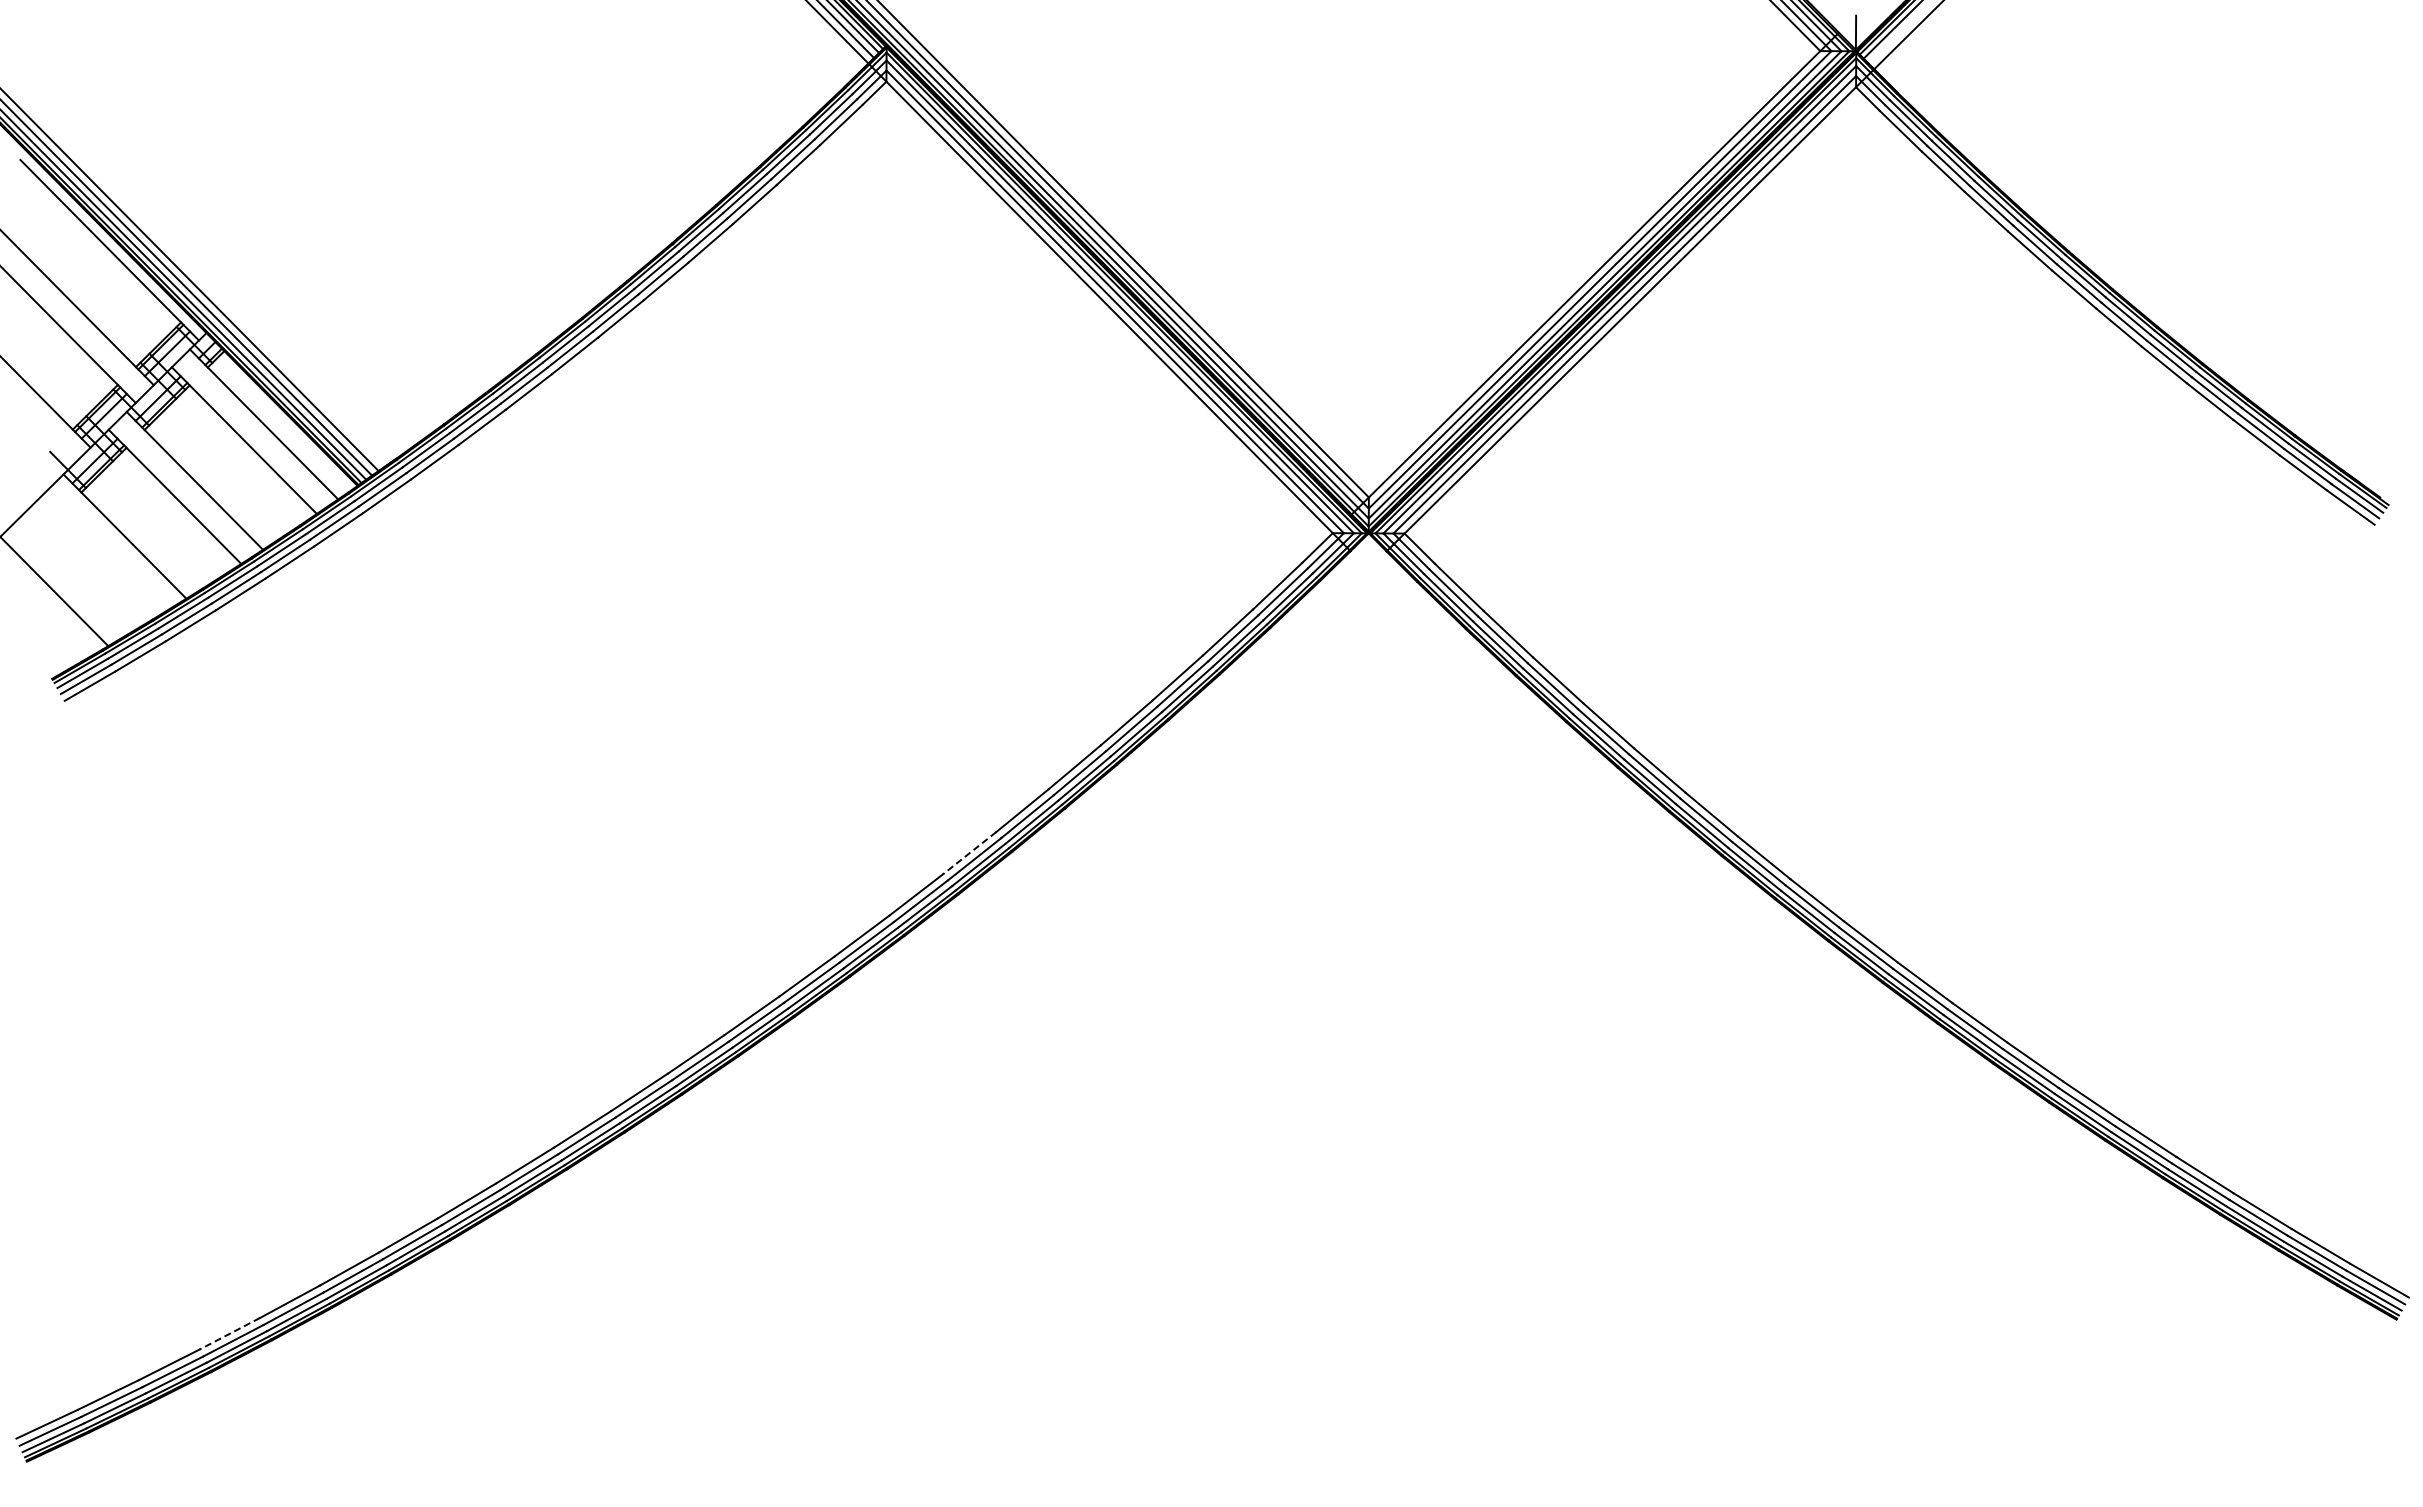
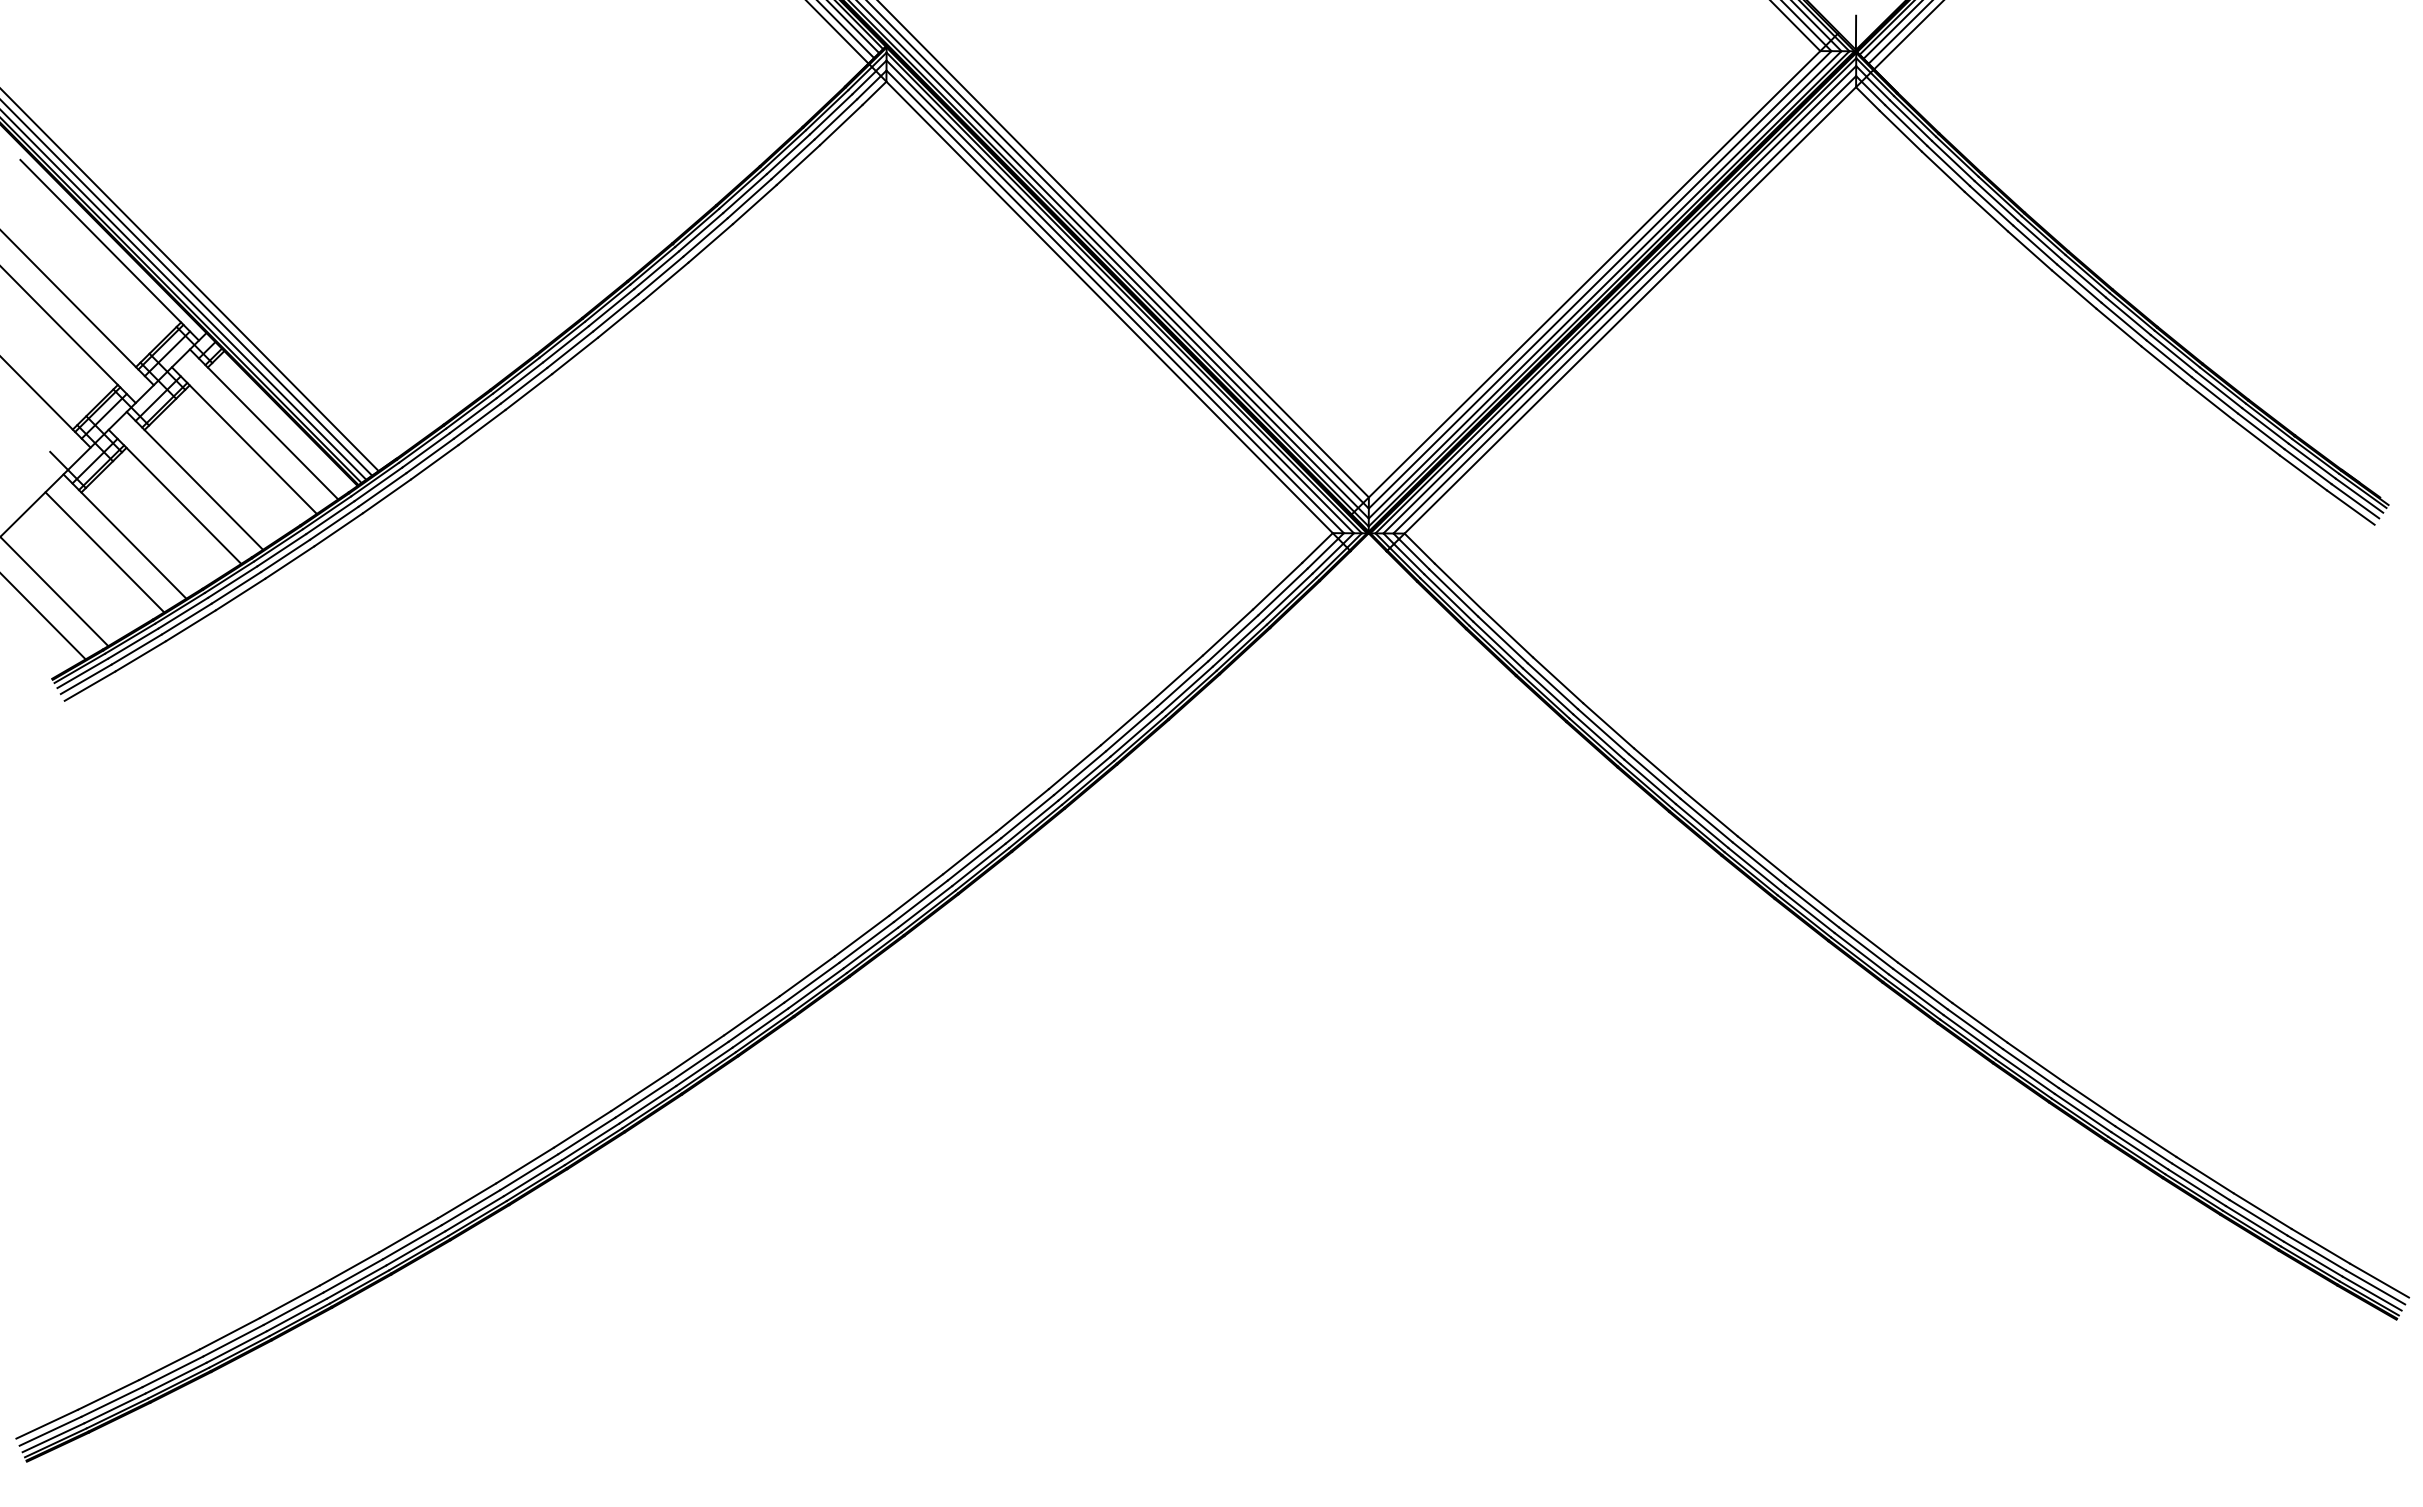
line at (1899, 32): none -> present
line at (104, 552): none -> present
line at (43, 617): none -> present
line at (969, 853): dashed -> solid
line at (229, 1333): dashed -> solid
